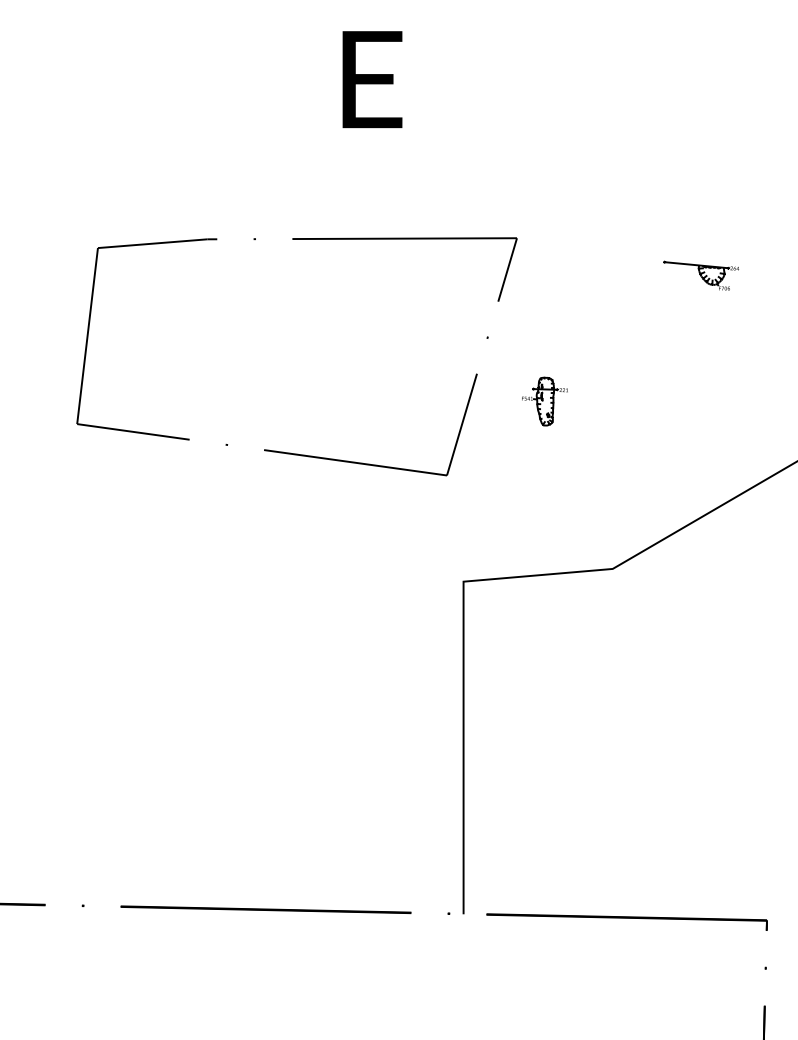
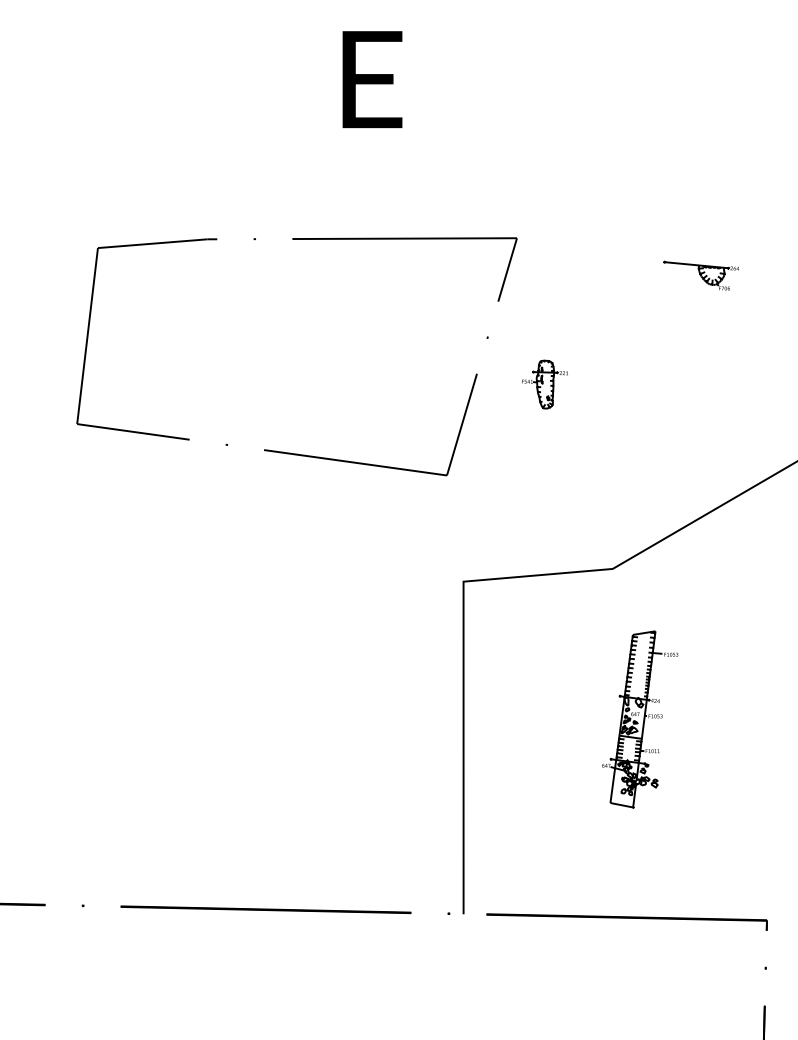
part at (544, 401) position: (544, 401) -> (544, 384)
part at (640, 719): none -> present
